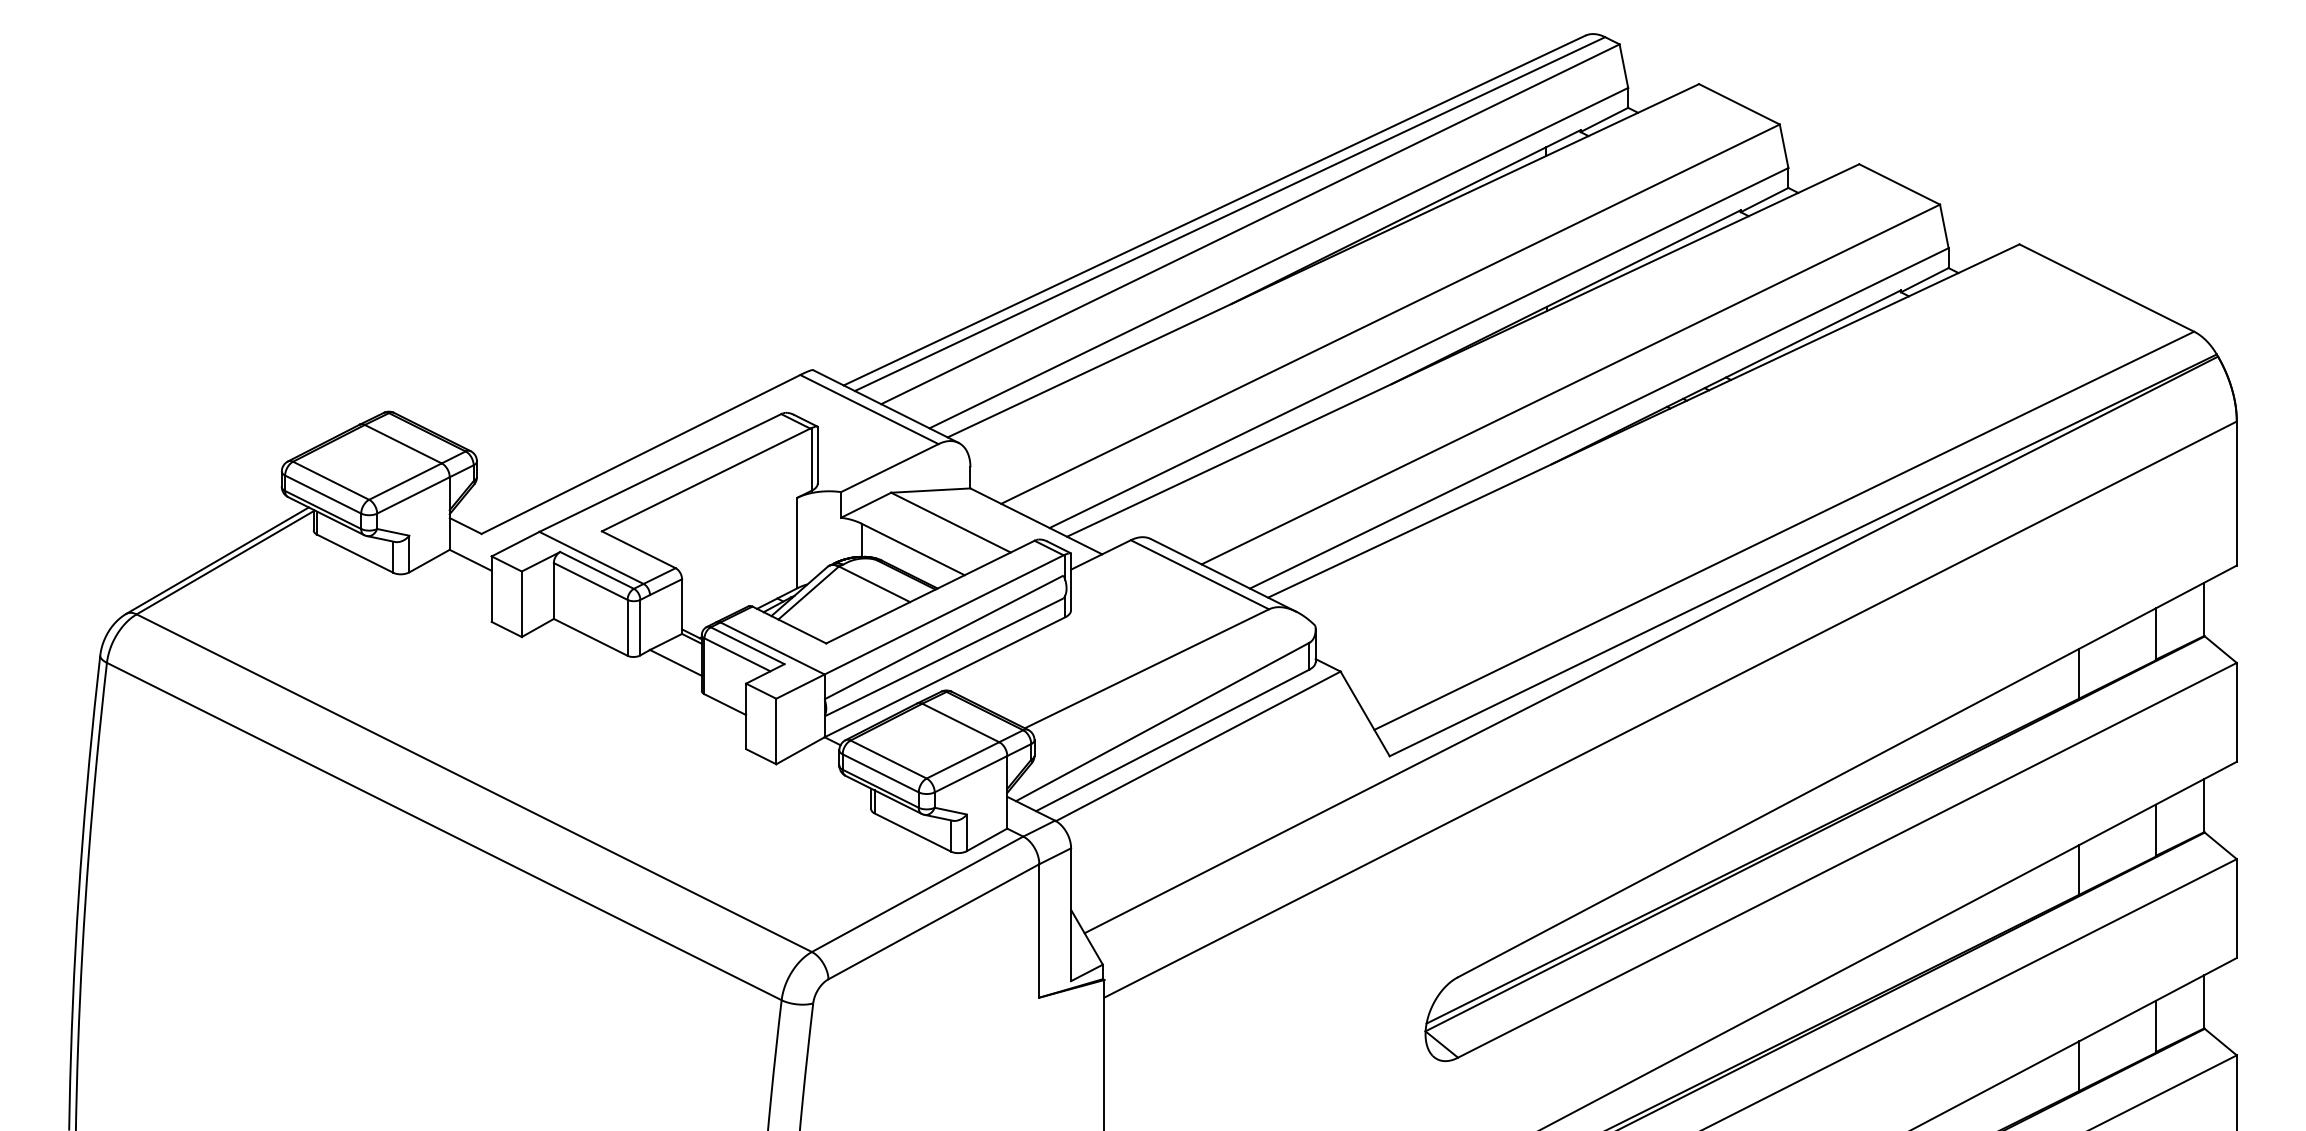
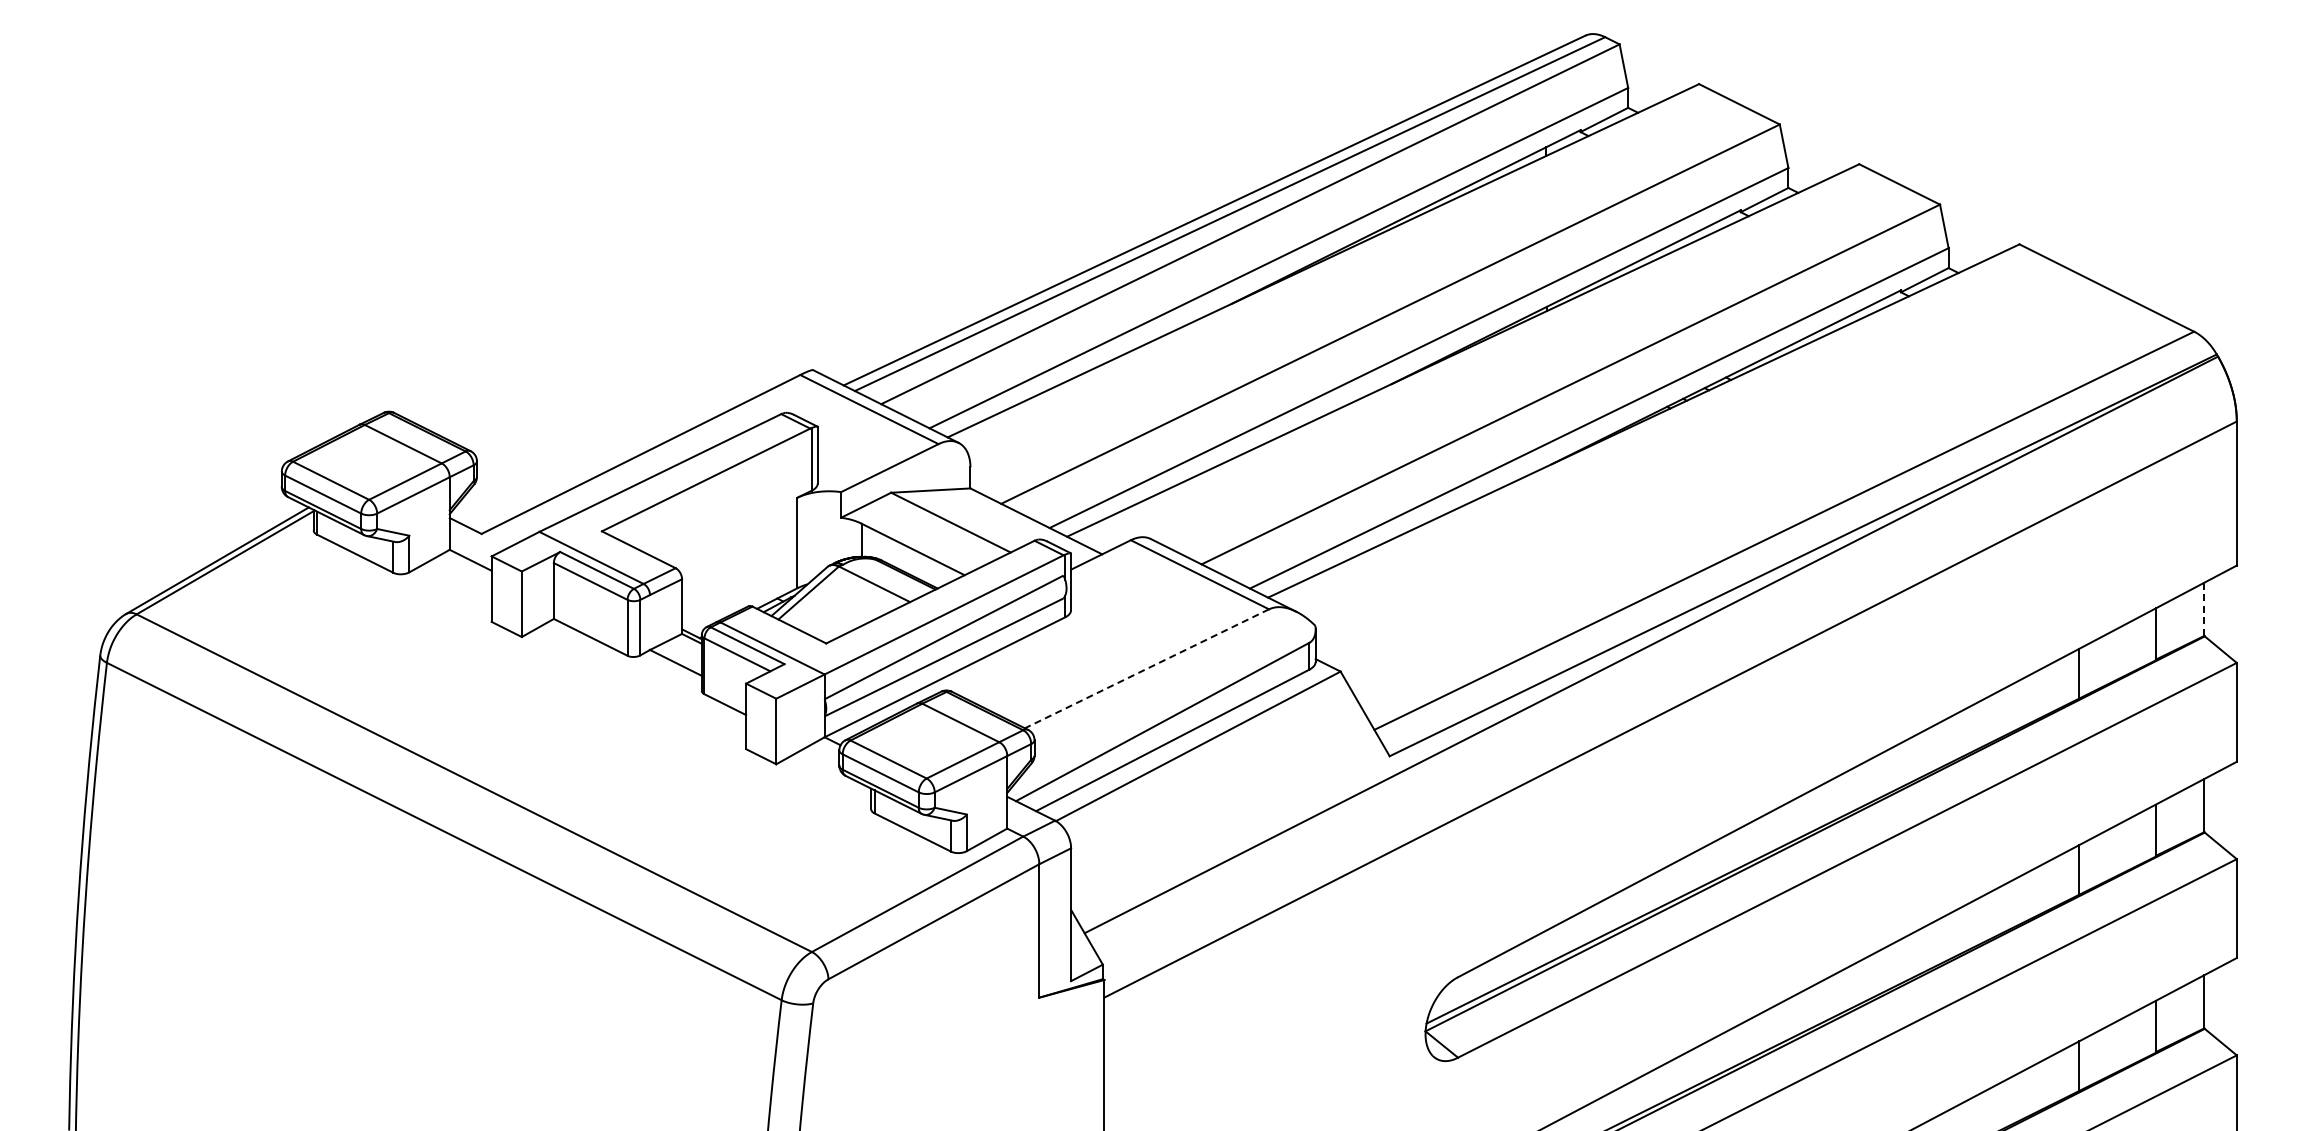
line at (2204, 609): solid -> dashed
line at (1146, 668): solid -> dashed
